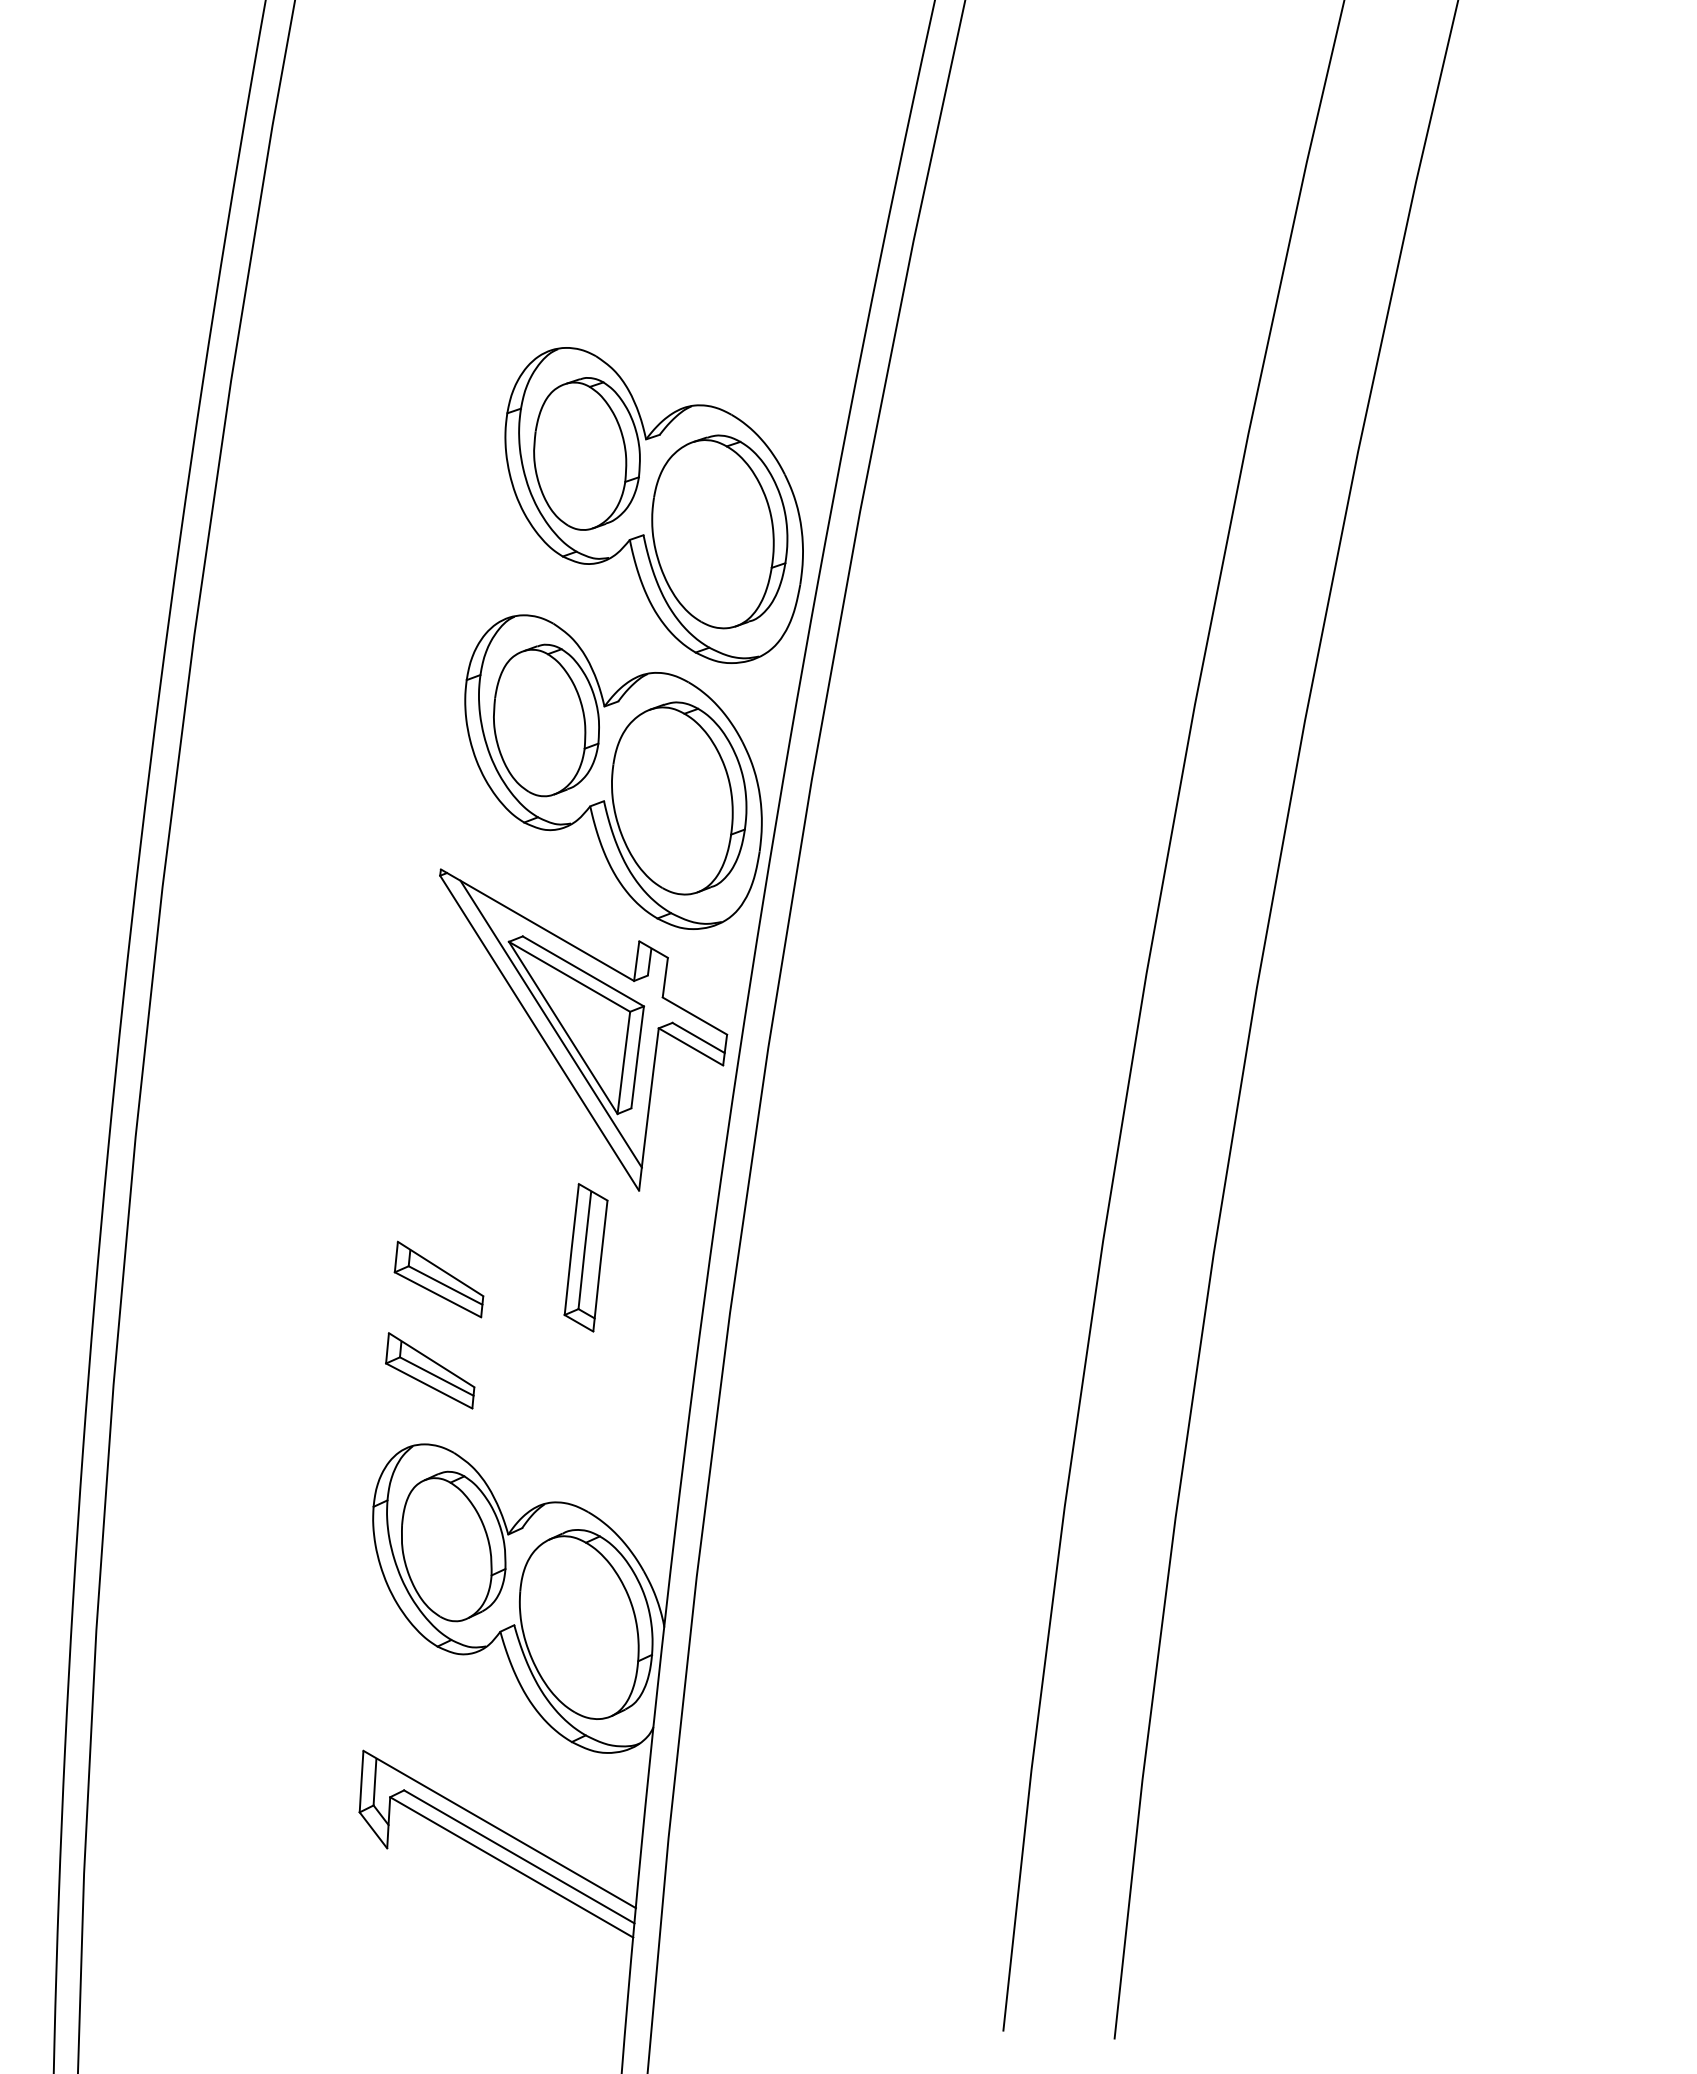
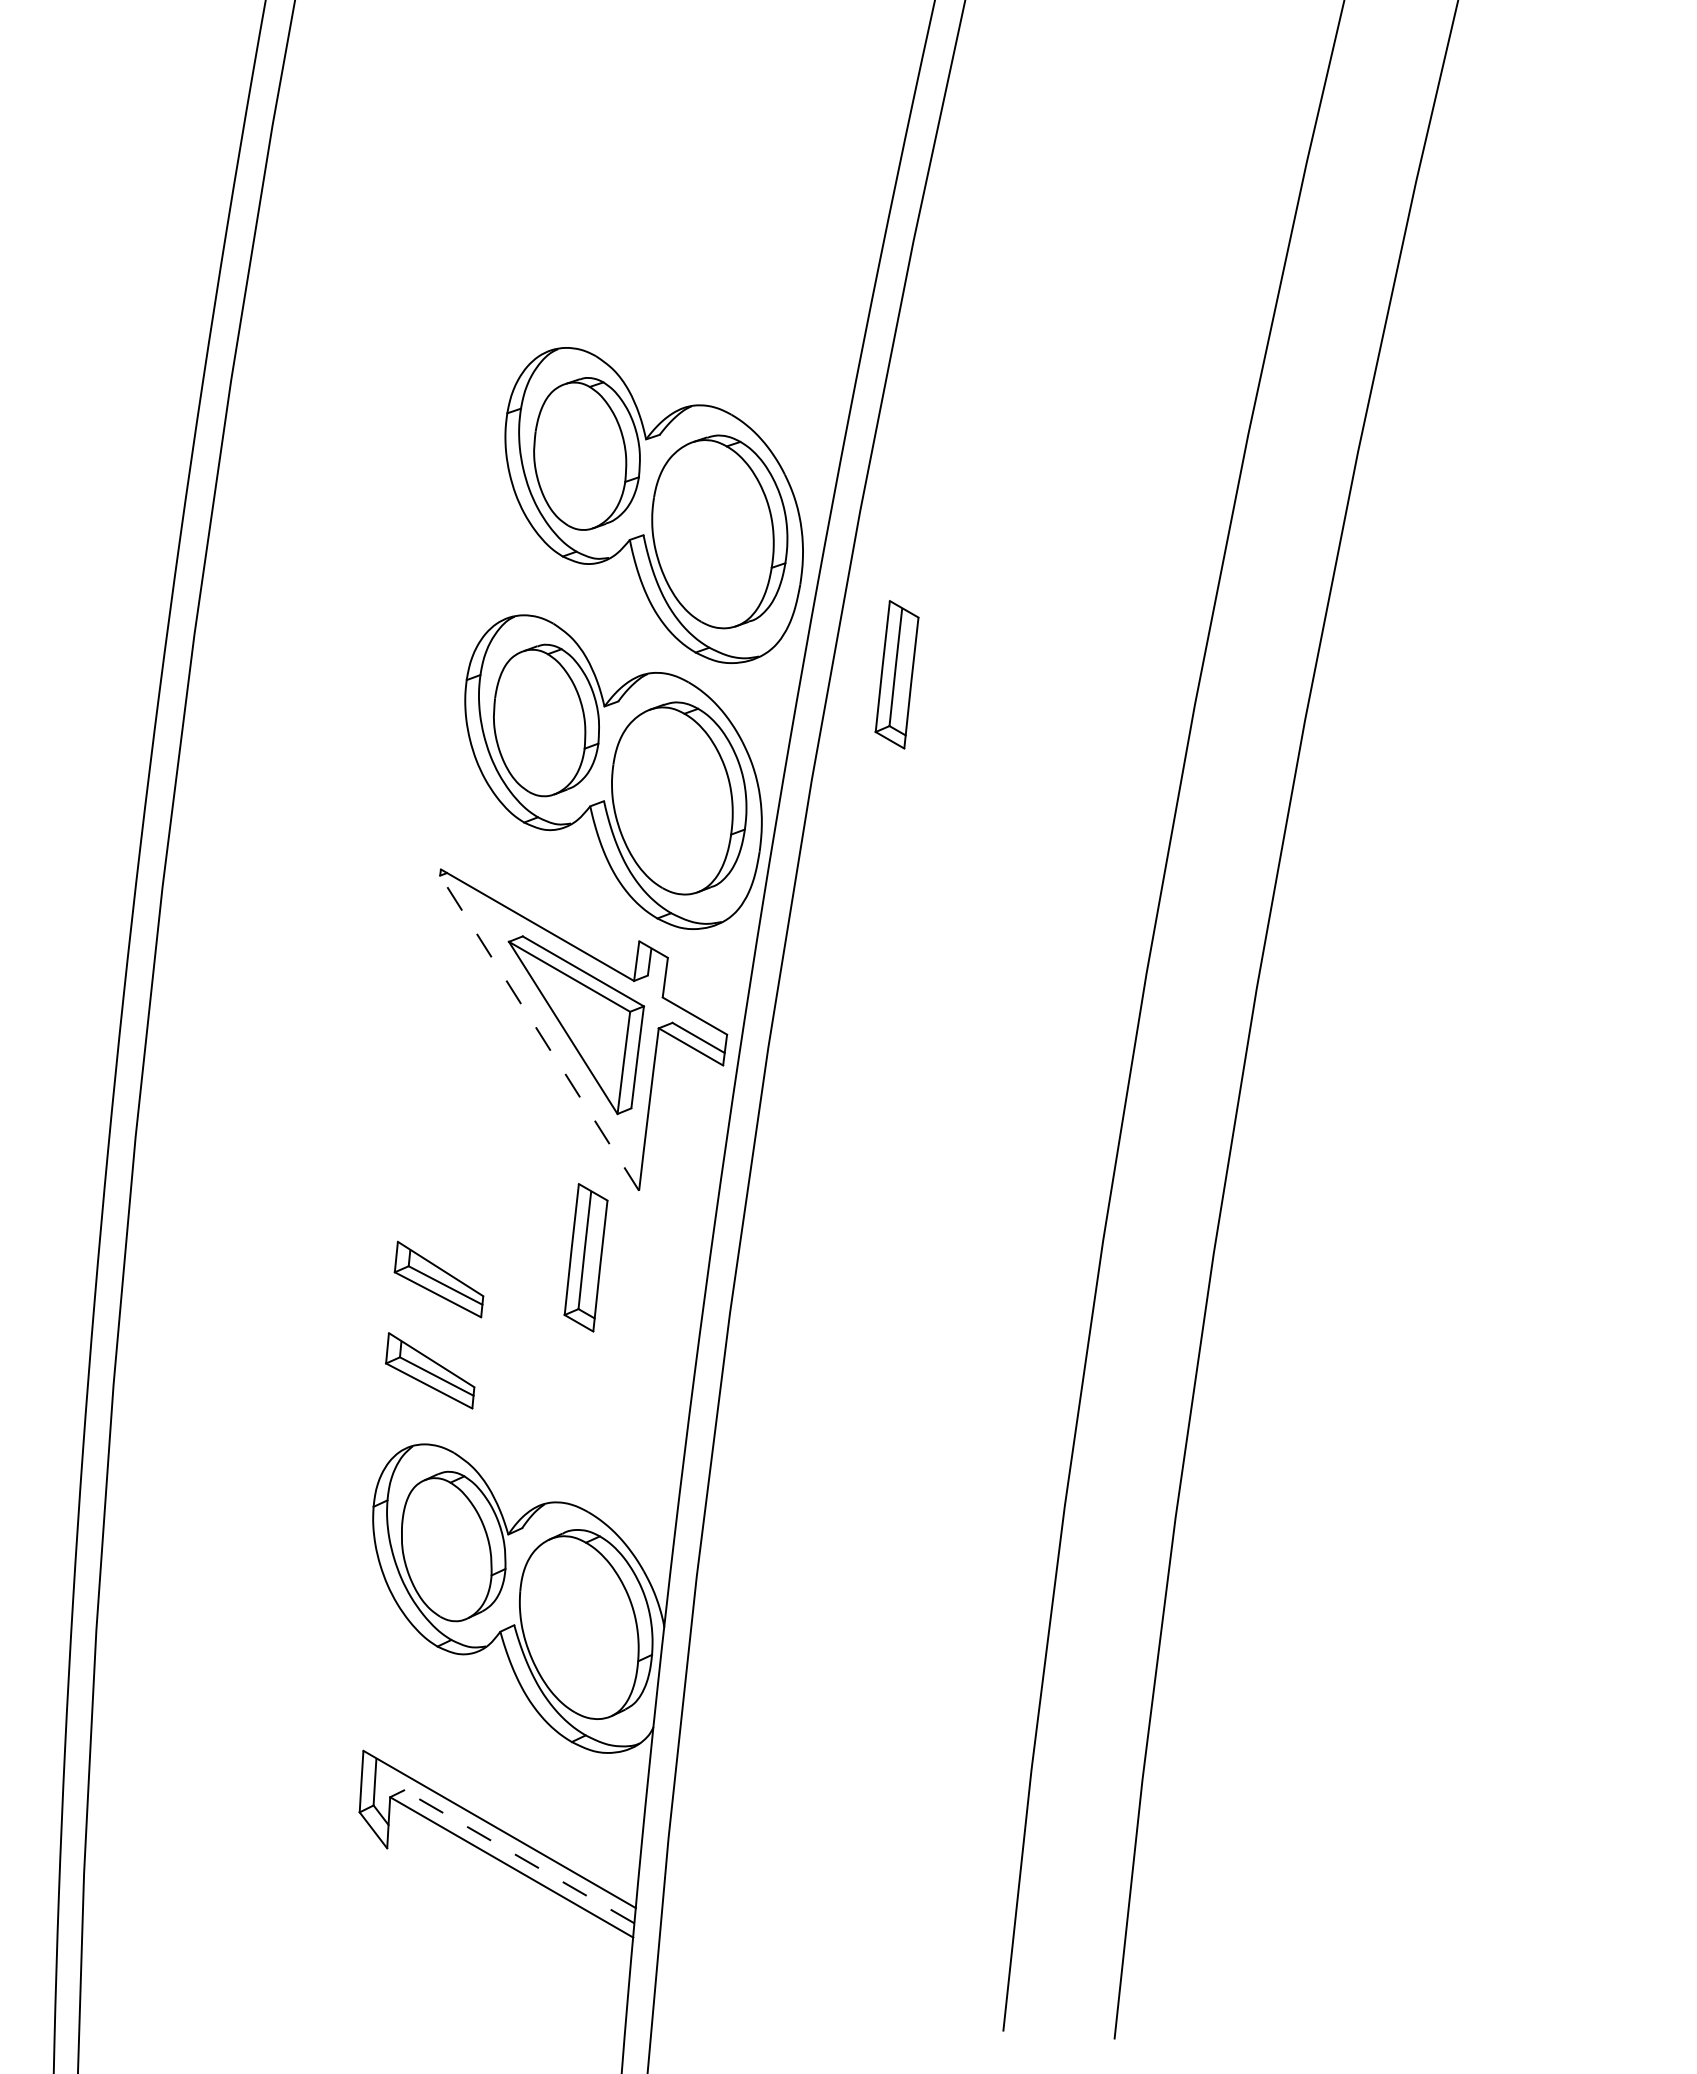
part at (896, 674): none -> present
line at (550, 1023): present -> none
line at (539, 1032): solid -> dashed
line at (518, 1856): solid -> dashed
